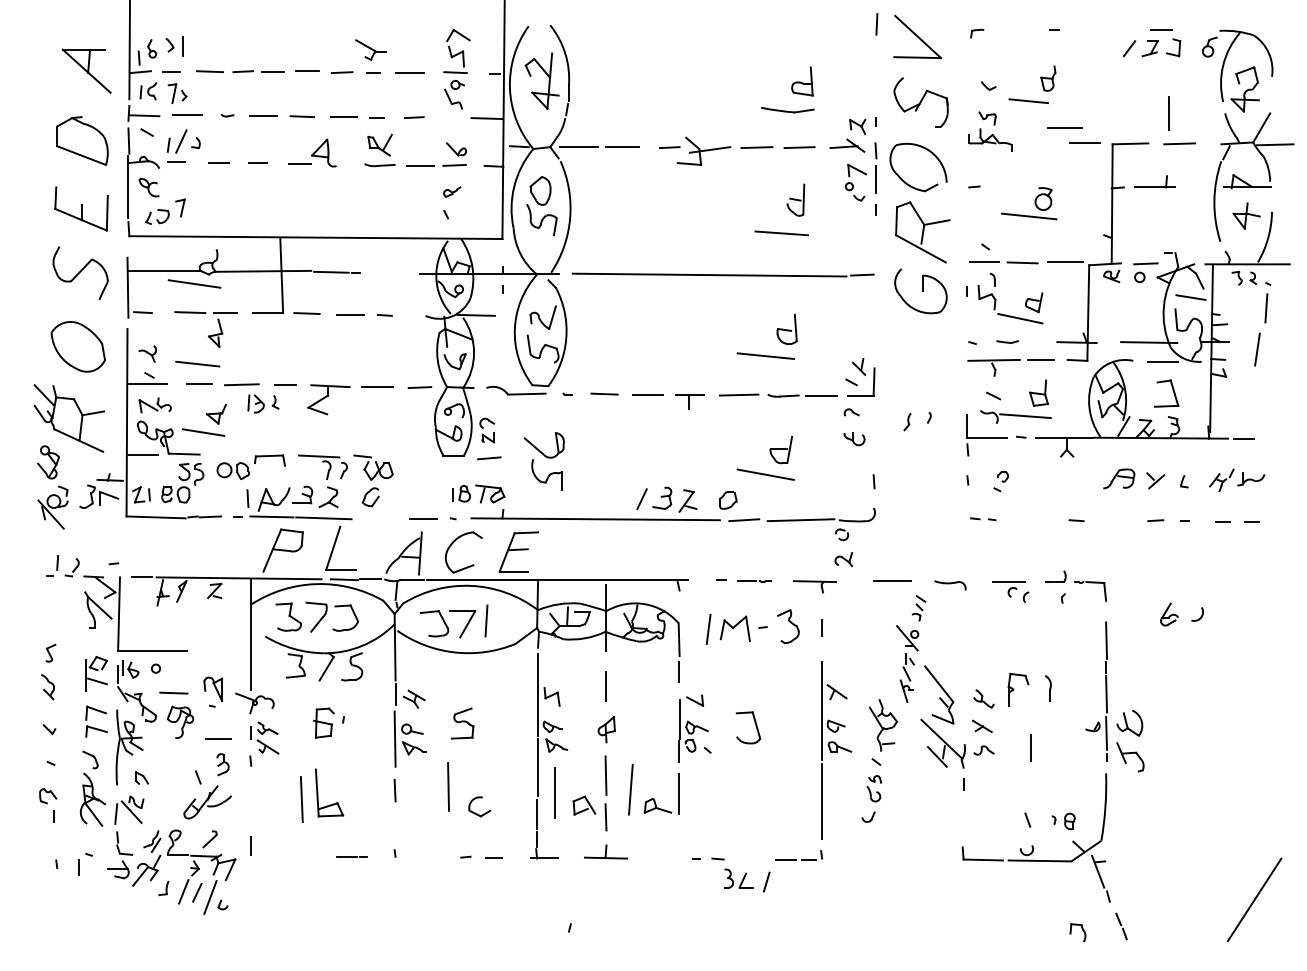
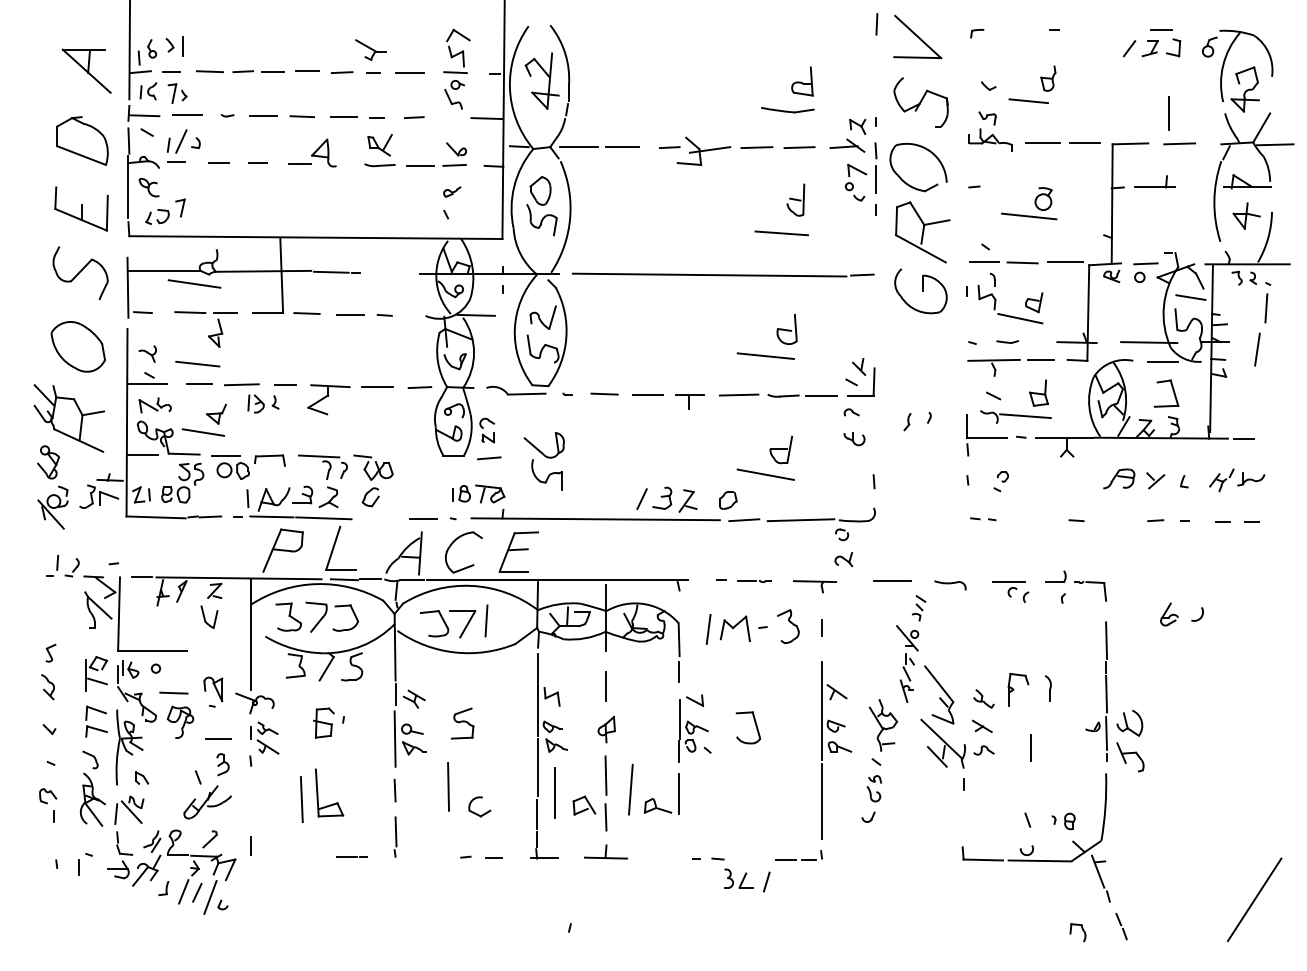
line at (1064, 127) position: (1064, 127) -> (1042, 142)
line at (225, 455): none -> present
part at (209, 616): none -> present
line at (395, 831): none -> present
